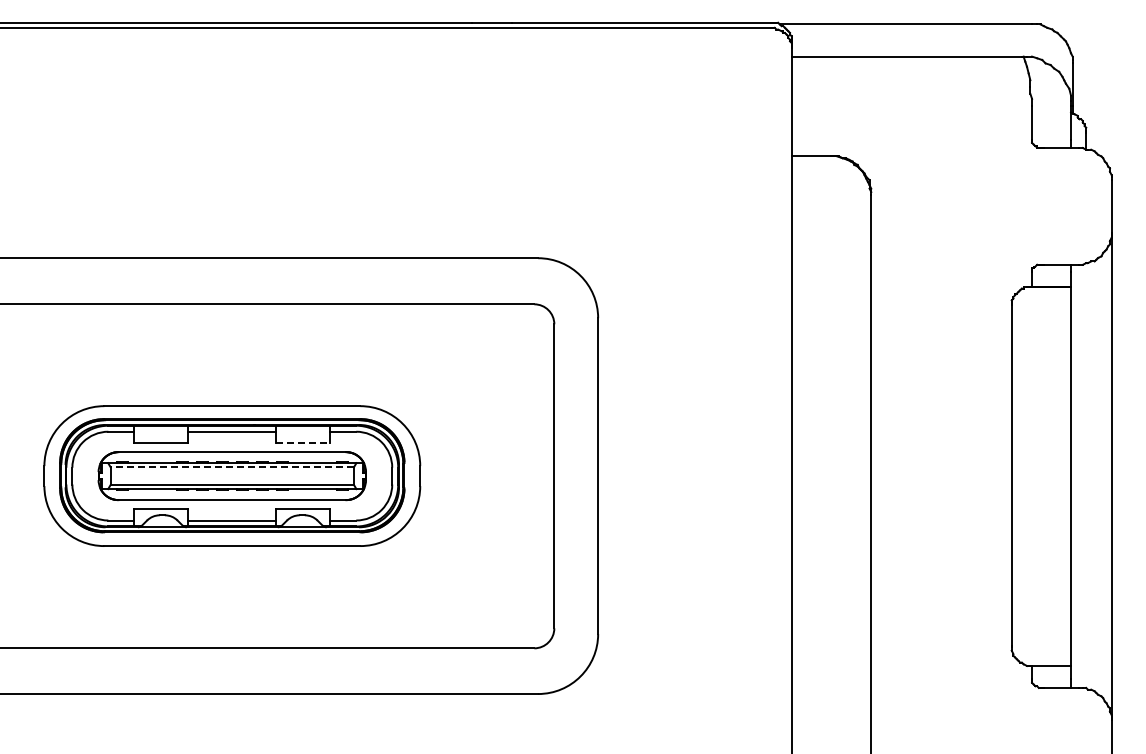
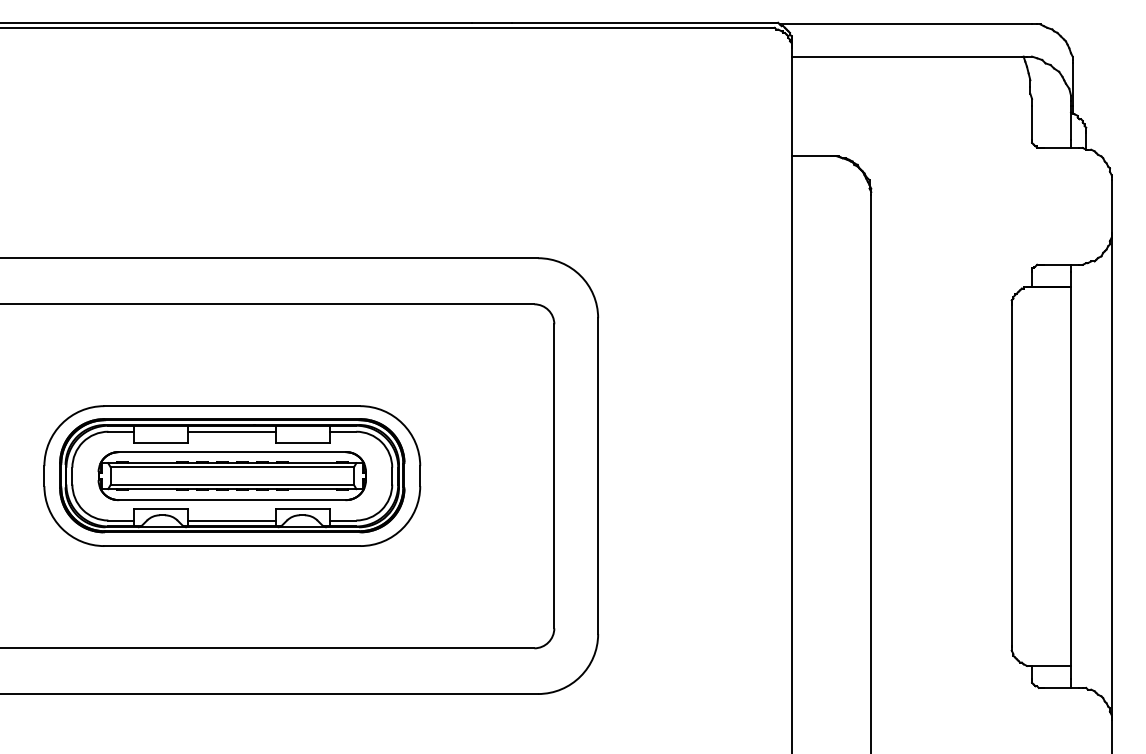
line at (303, 442): dashed -> solid
line at (232, 467): dashed -> solid
